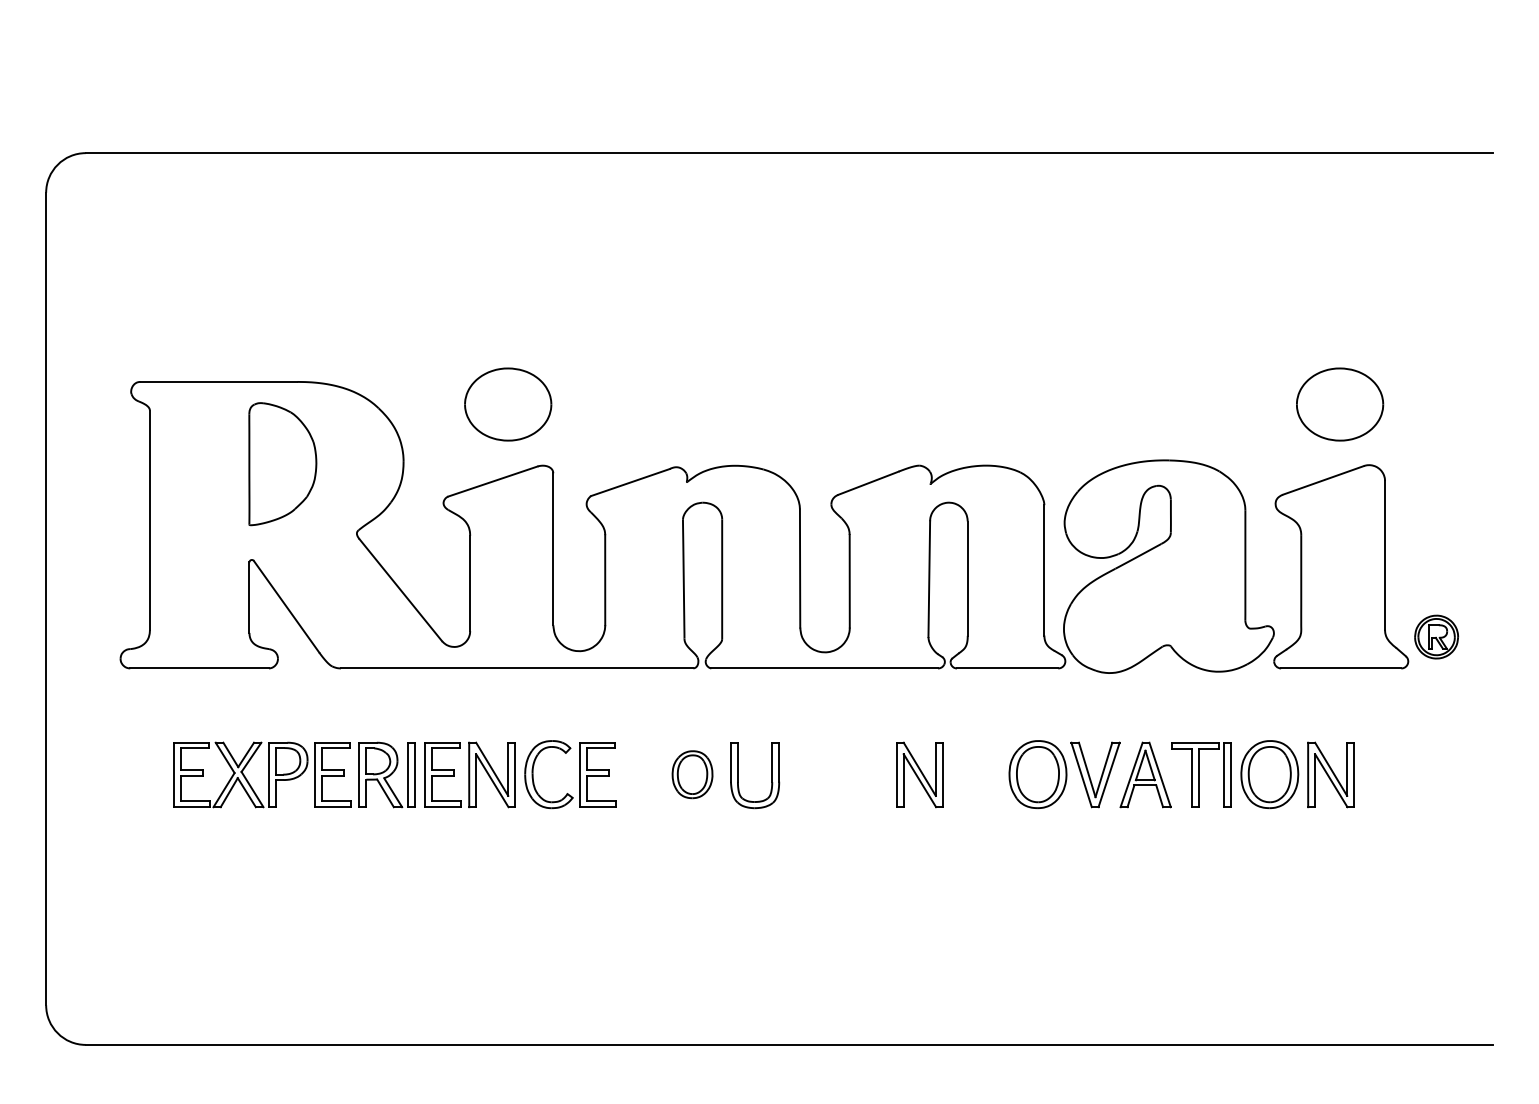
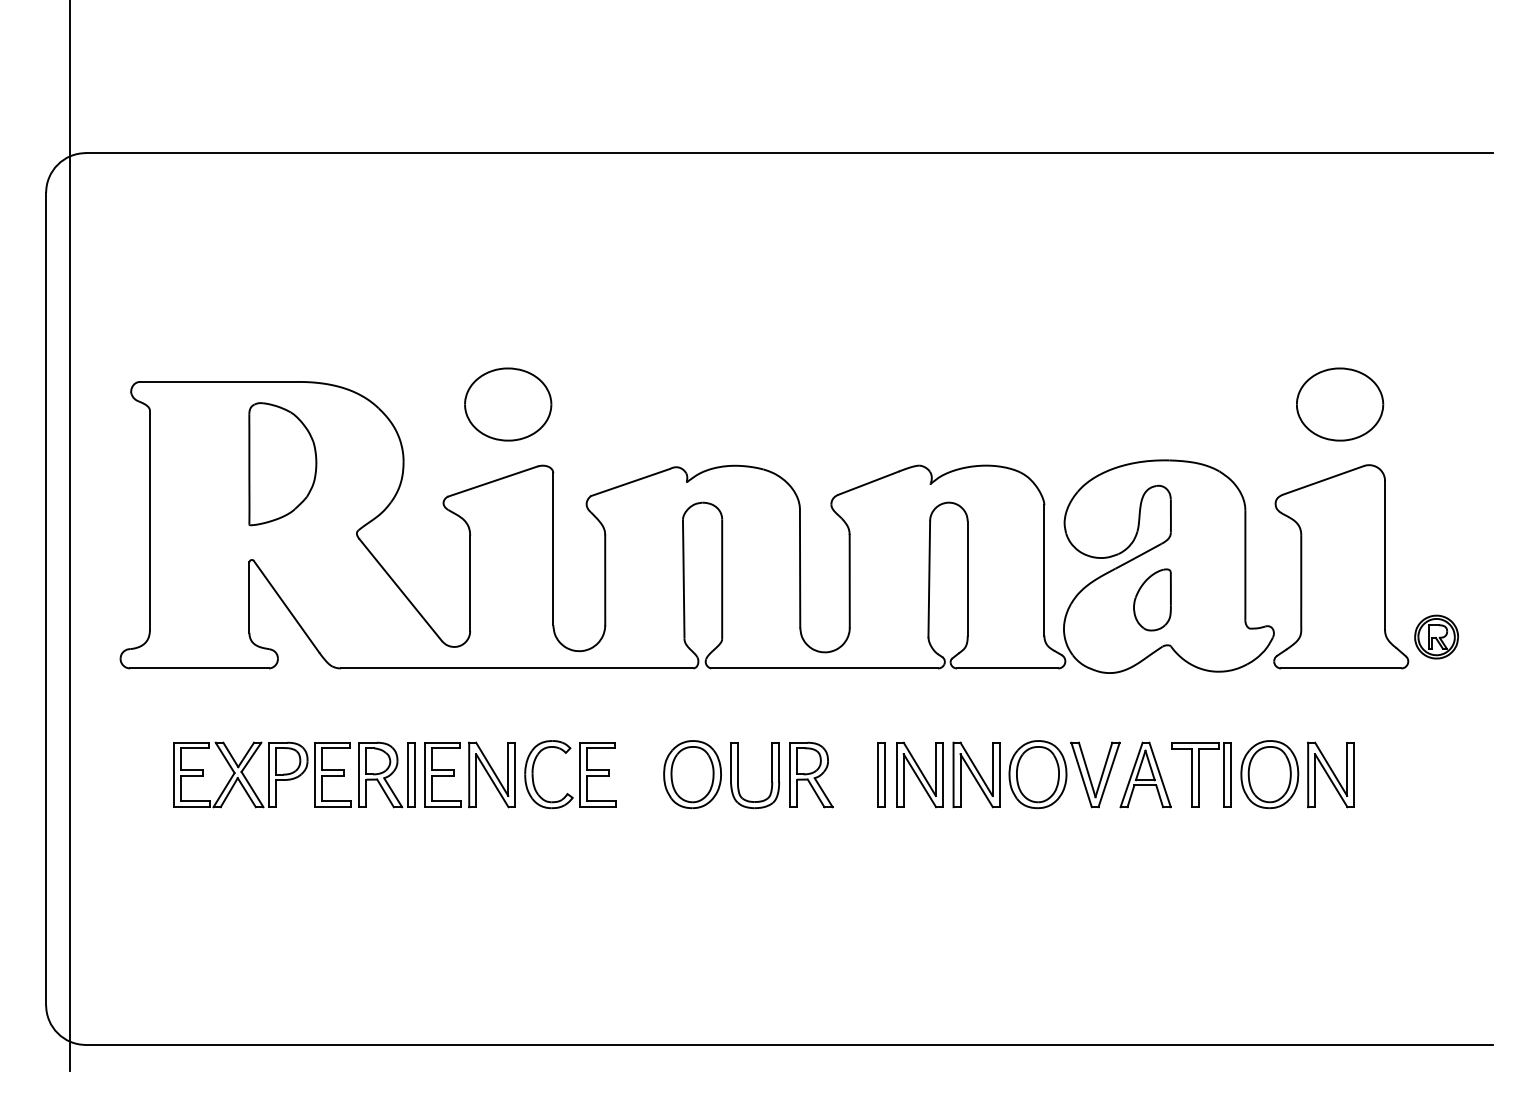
line at (69, 536): none -> present
part at (1152, 599): none -> present
part at (692, 774) size: 43x50 px -> 59x70 px
part at (811, 774): none -> present
part at (881, 774): none -> present
part at (976, 774): none -> present
